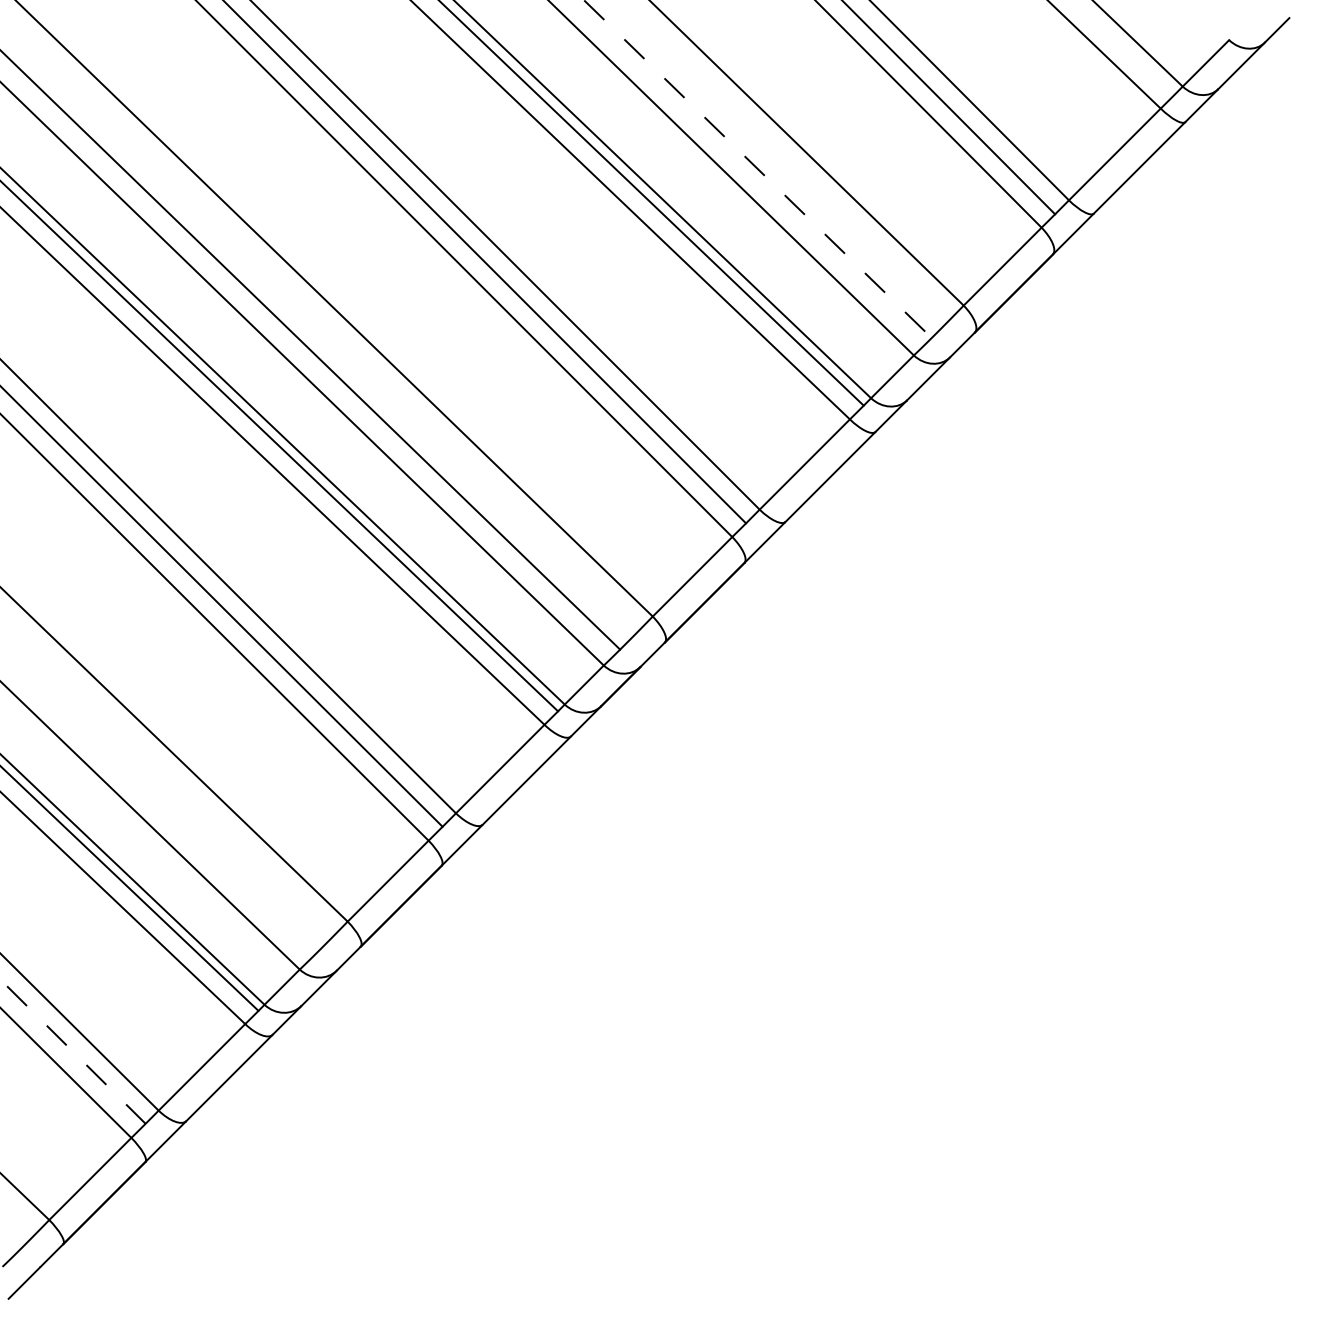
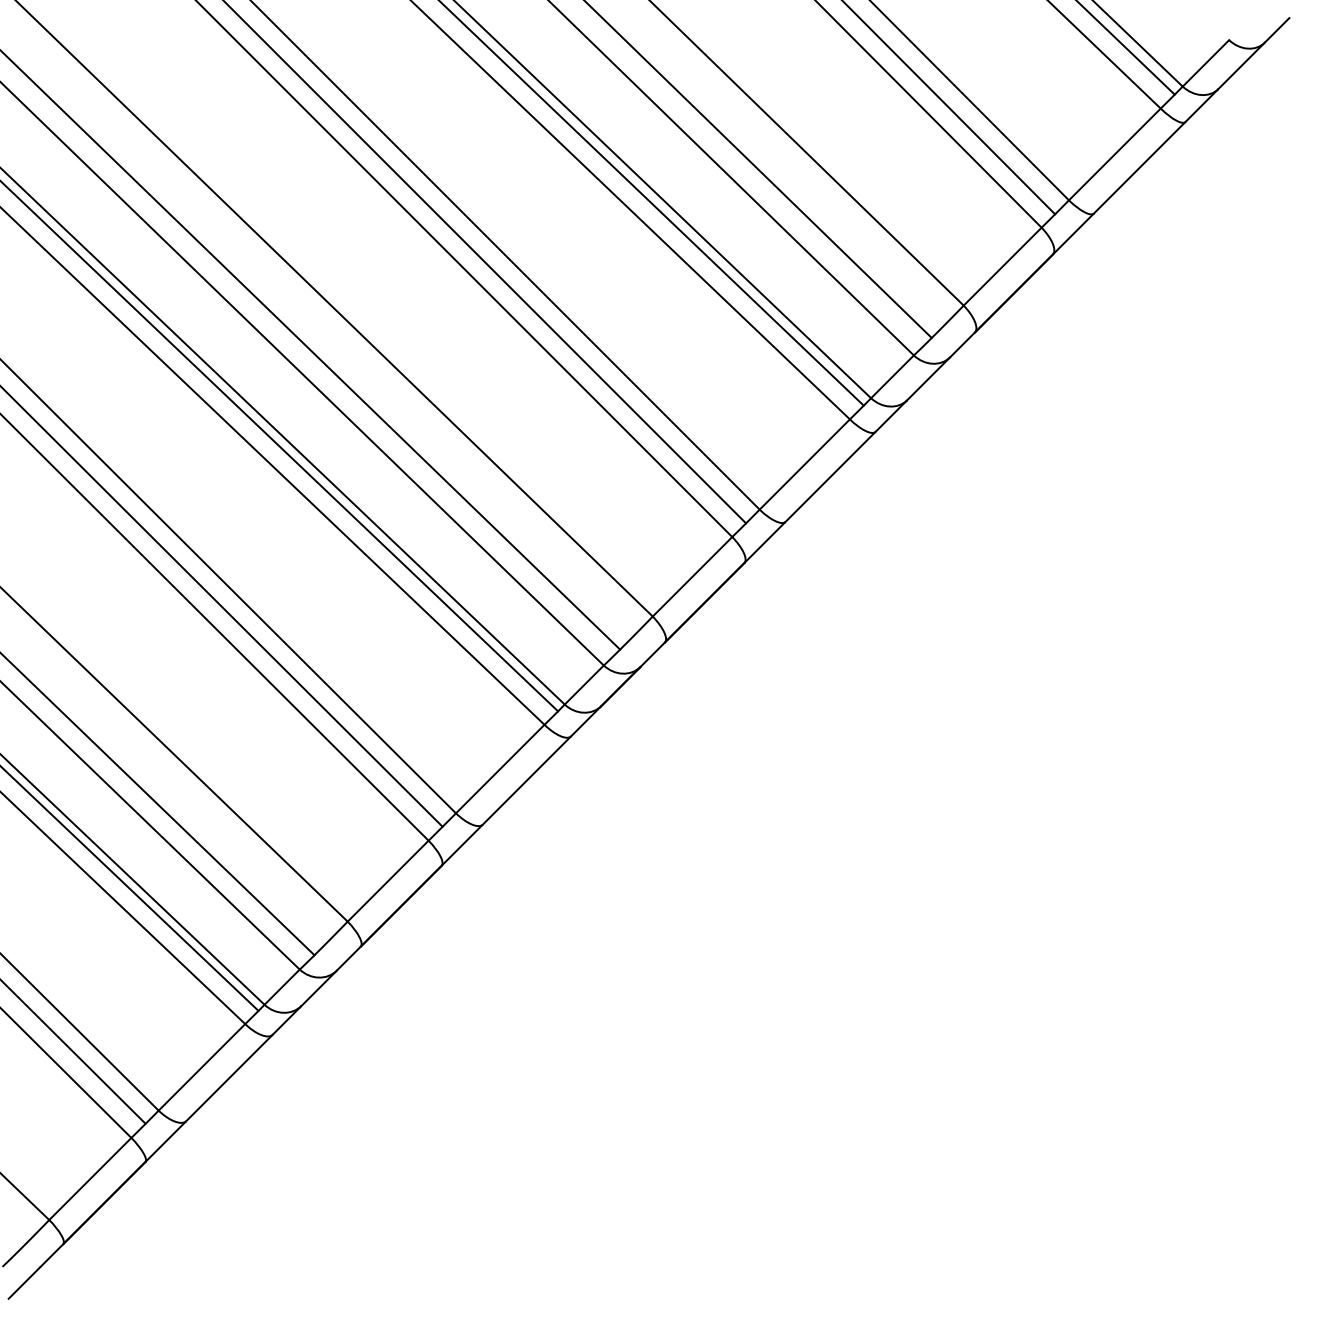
line at (1125, 48): none -> present
line at (758, 169): dashed -> solid
line at (158, 804): none -> present
line at (73, 1051): dashed -> solid
